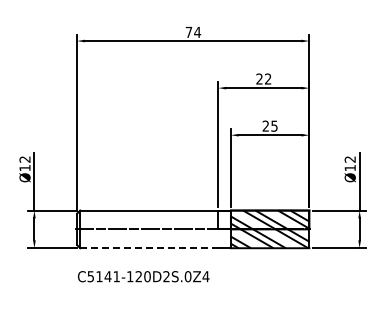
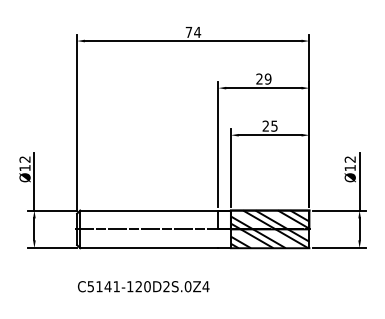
text at (267, 78): 22 -> 29
line at (149, 248): dashed -> solid
text at (143, 276) position: (143, 276) -> (143, 286)
